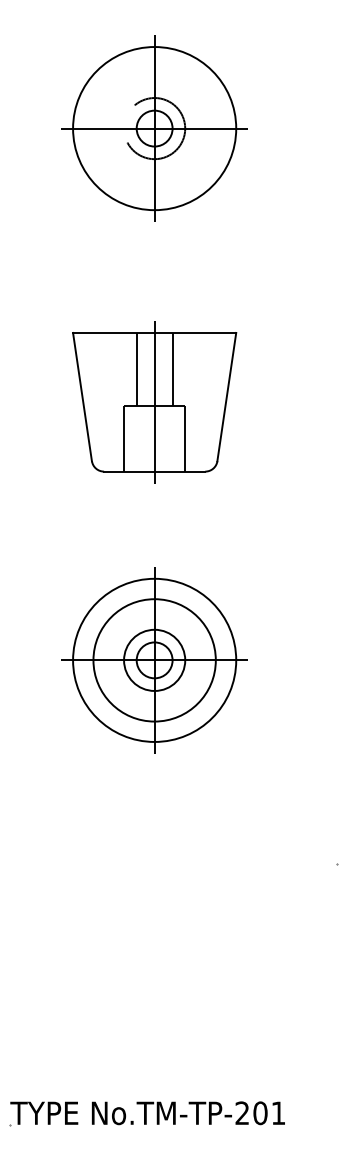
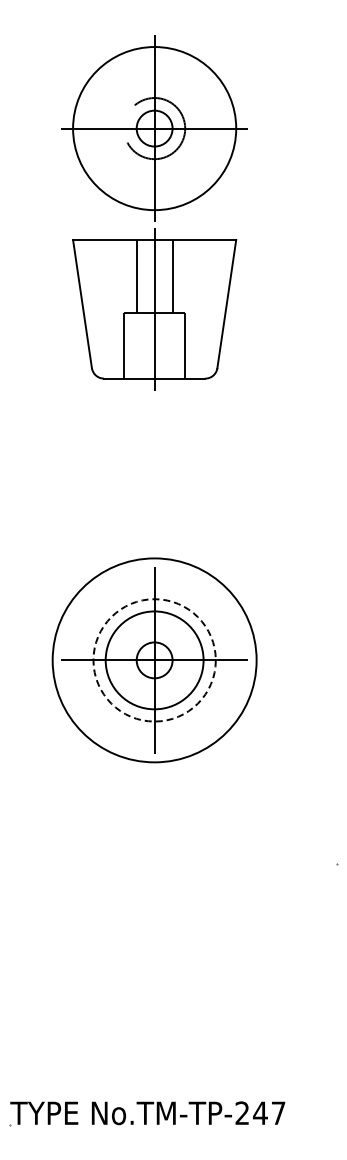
part at (154, 402) position: (154, 402) -> (154, 309)
circle at (154, 659) diameter: 163 px -> 204 px
circle at (154, 659) diameter: 61 px -> 98 px
circle at (154, 660): solid -> dashed
text at (269, 1113): No.TM-TP-201 -> No.TM-TP-247
